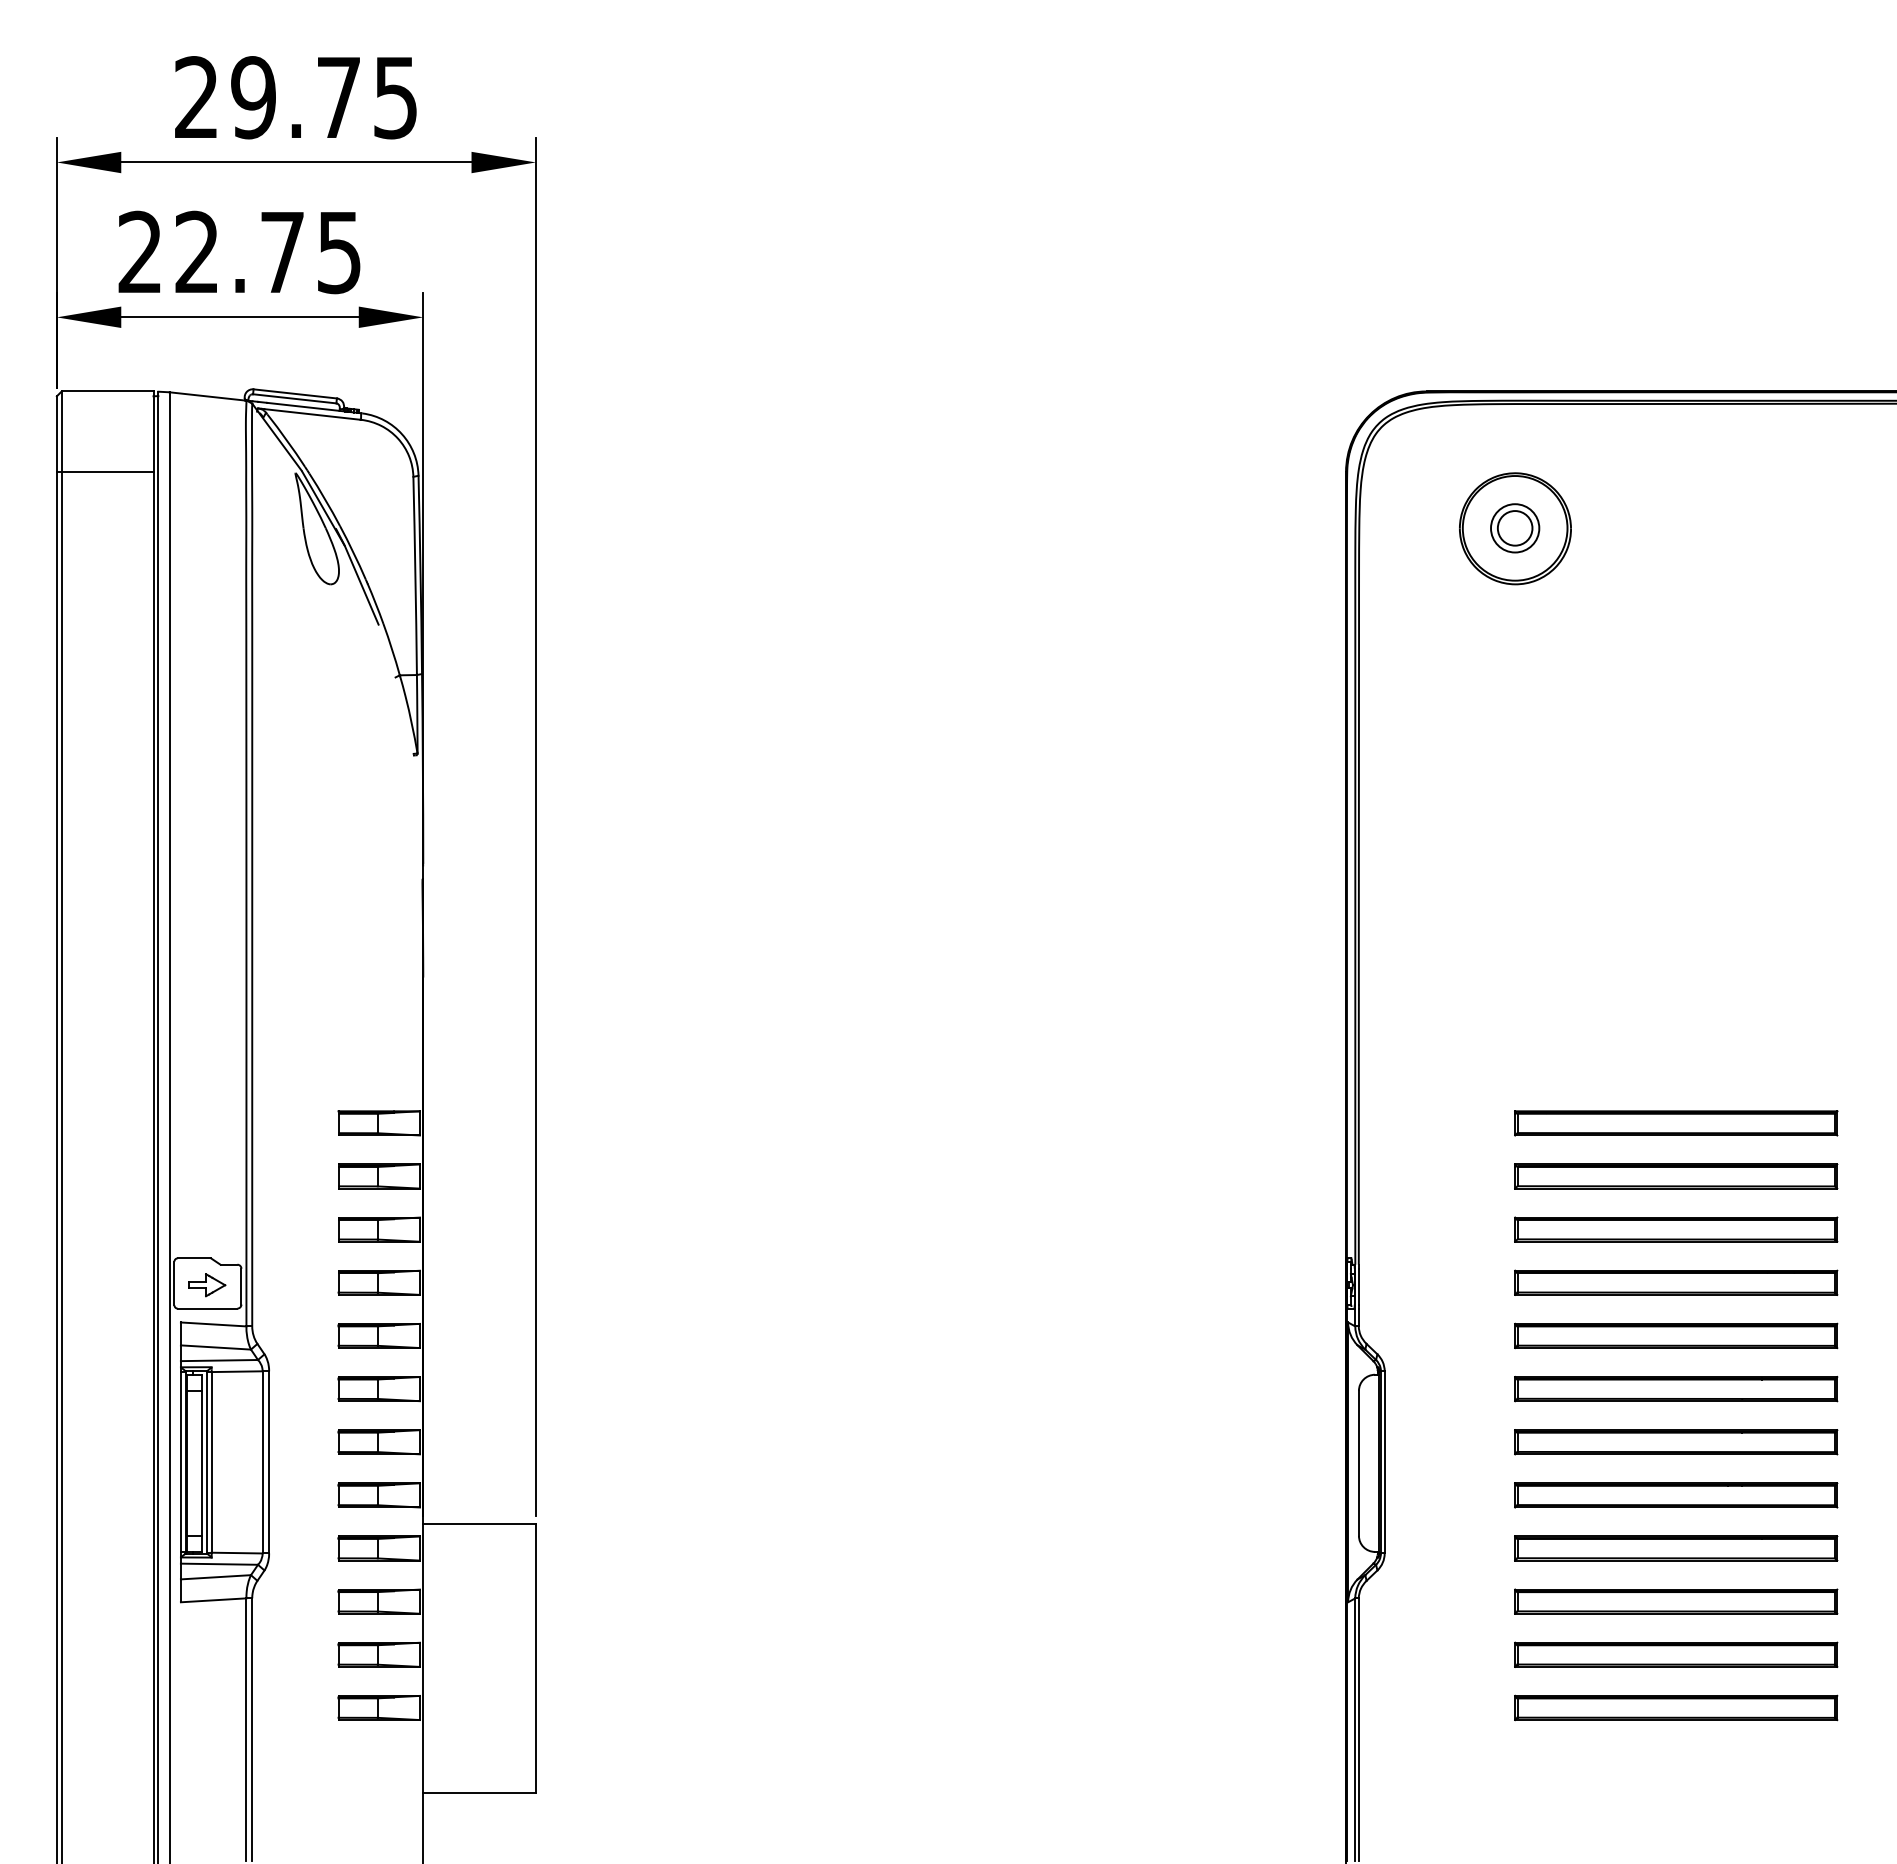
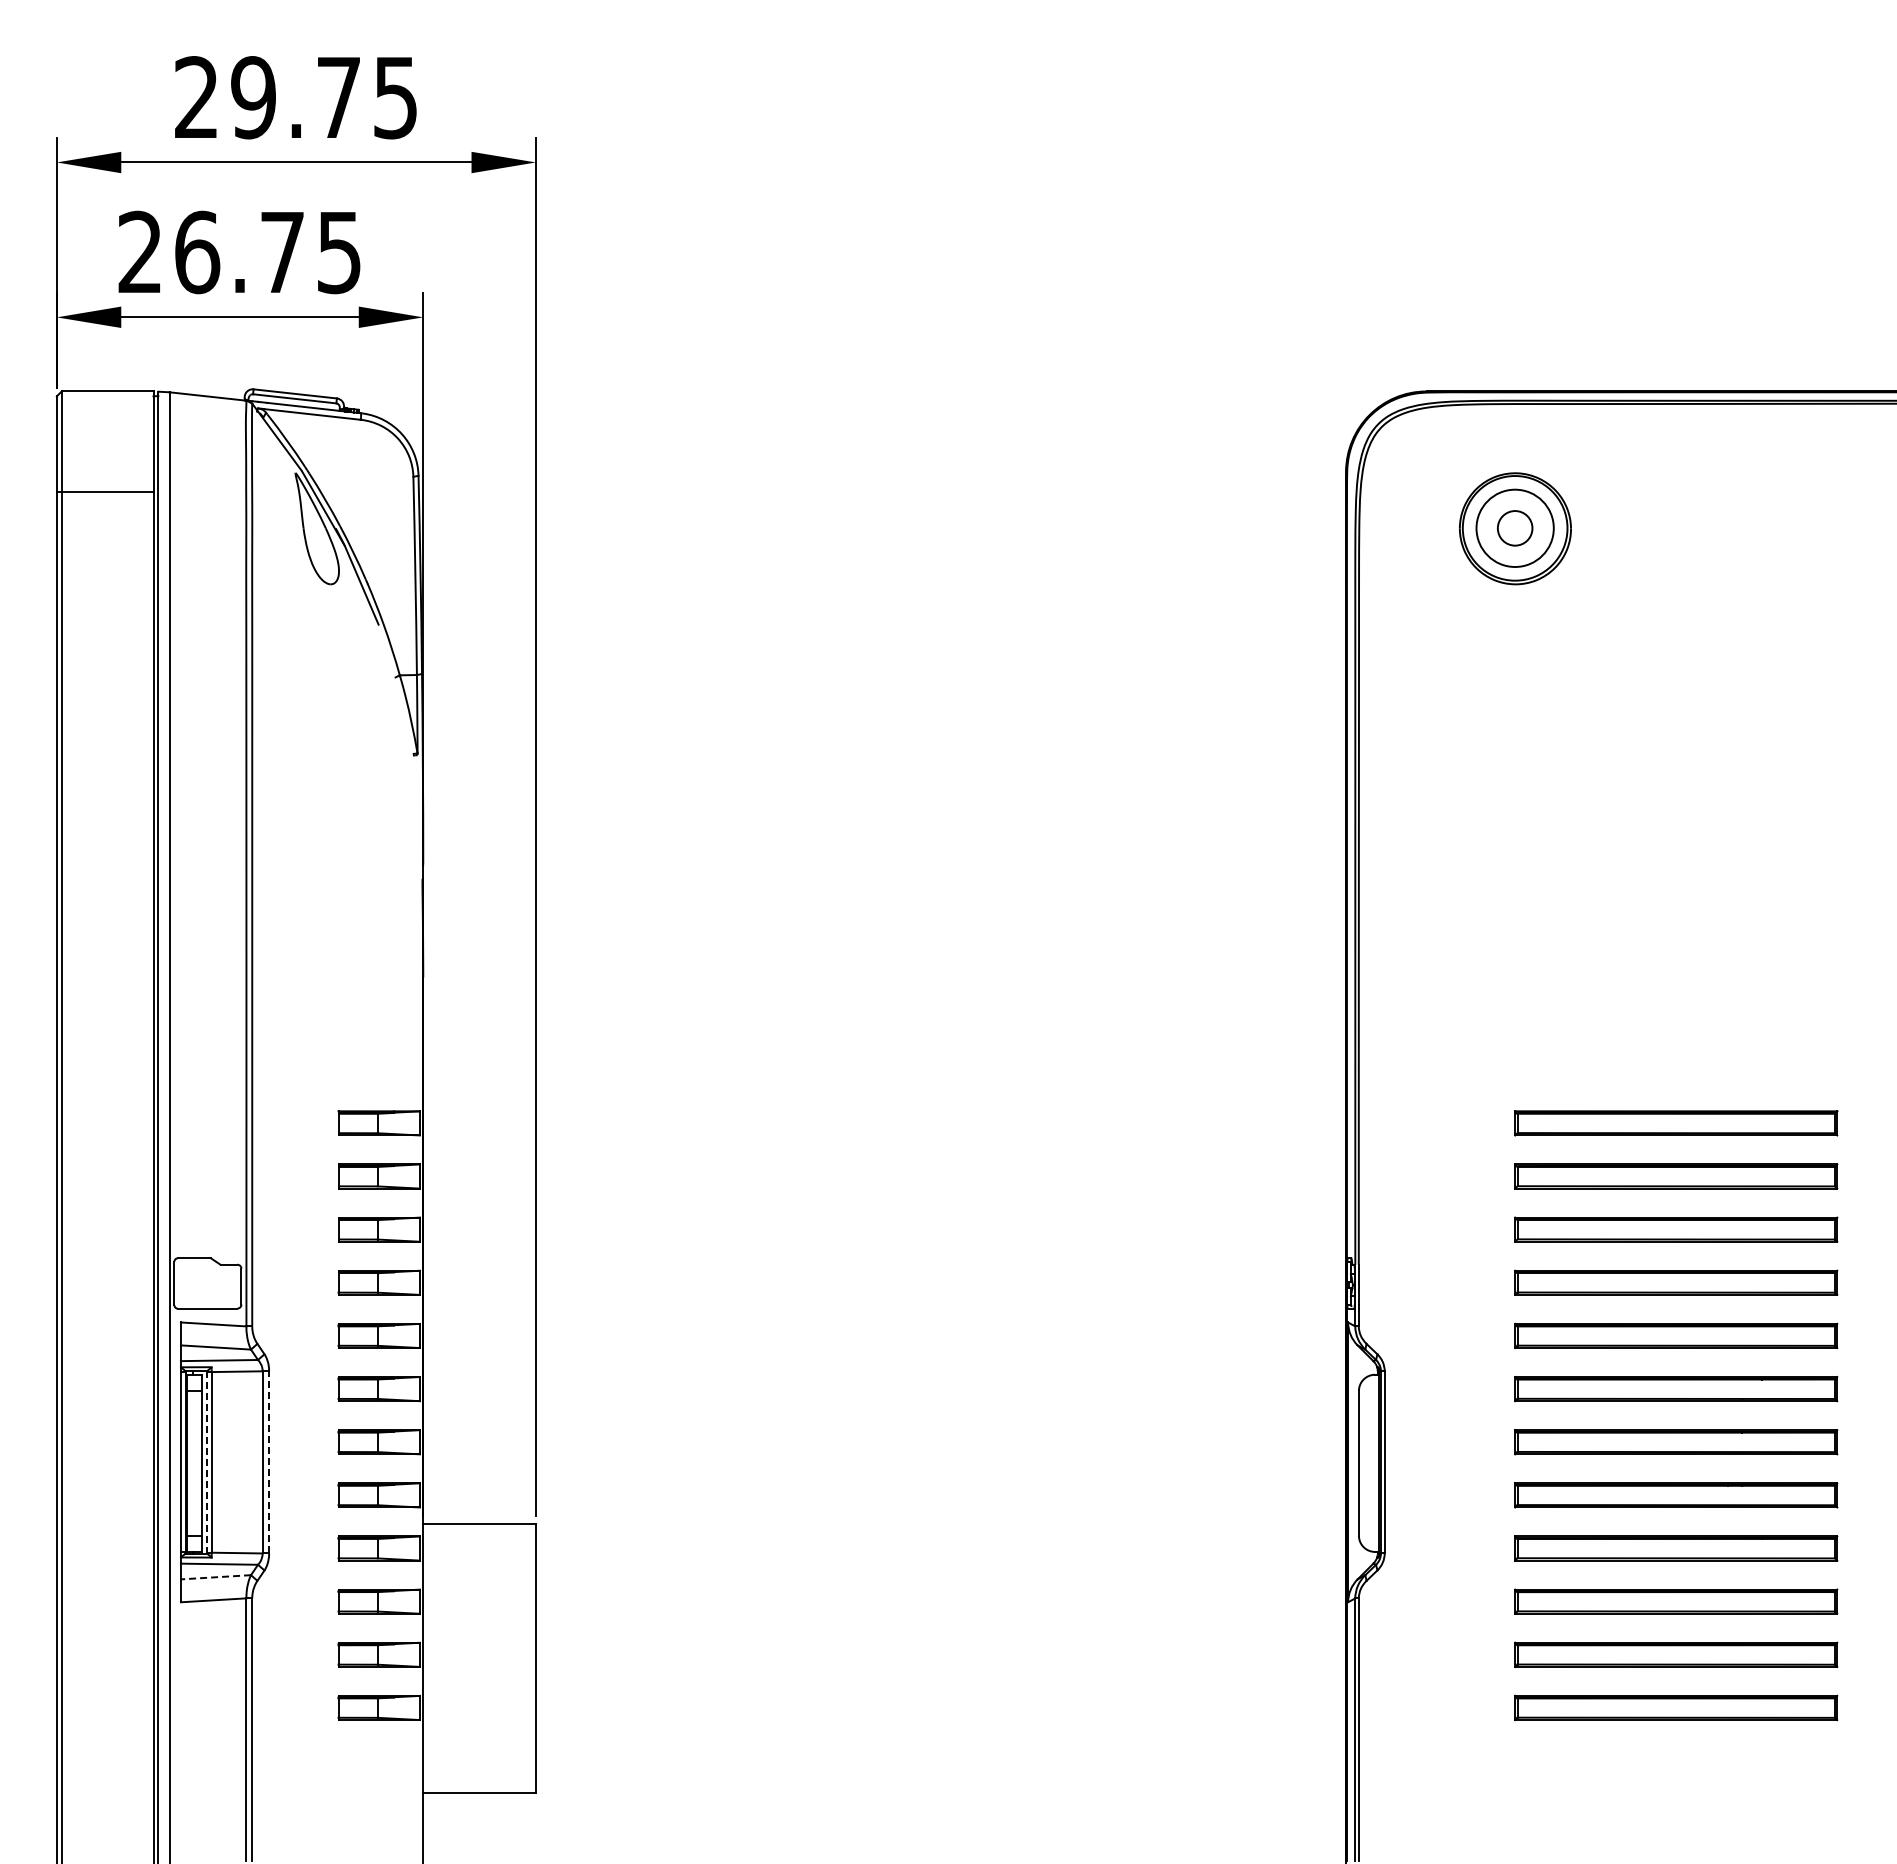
text at (197, 252): 22.75 -> 26.75
line at (104, 471) position: (104, 471) -> (104, 491)
circle at (1515, 528) diameter: 48 px -> 77 px
part at (207, 1285): present -> none
line at (269, 1461): solid -> dashed
line at (206, 1462): solid -> dashed
line at (215, 1577): solid -> dashed
